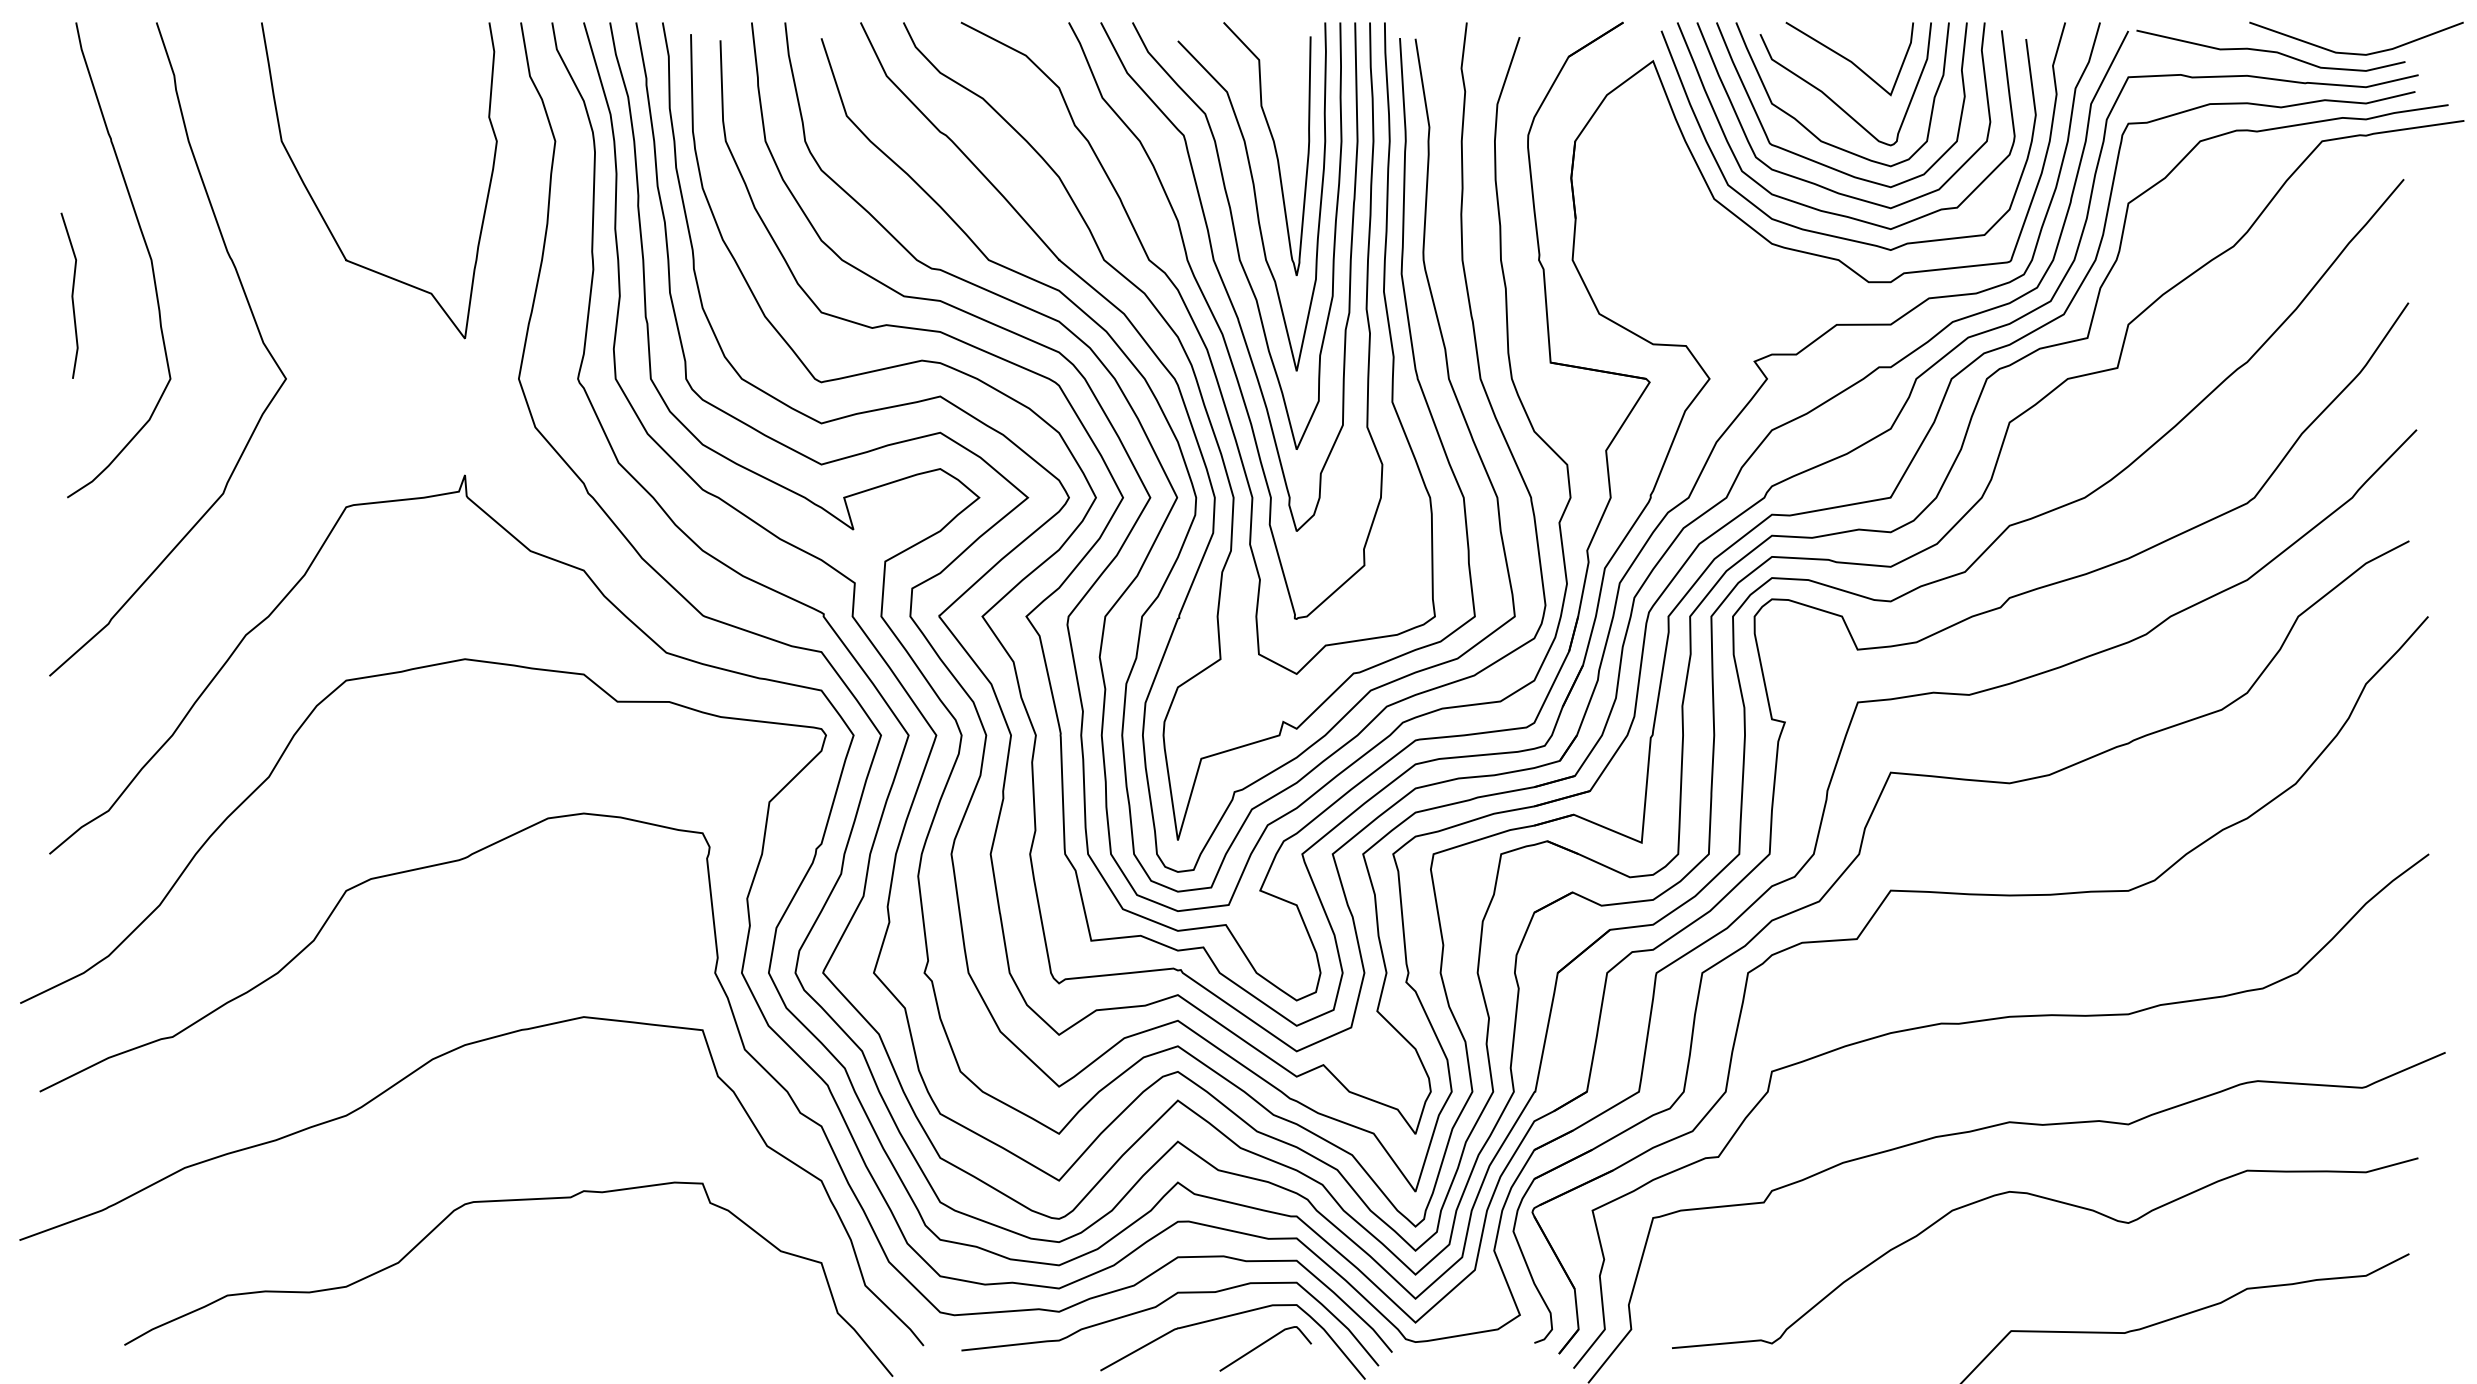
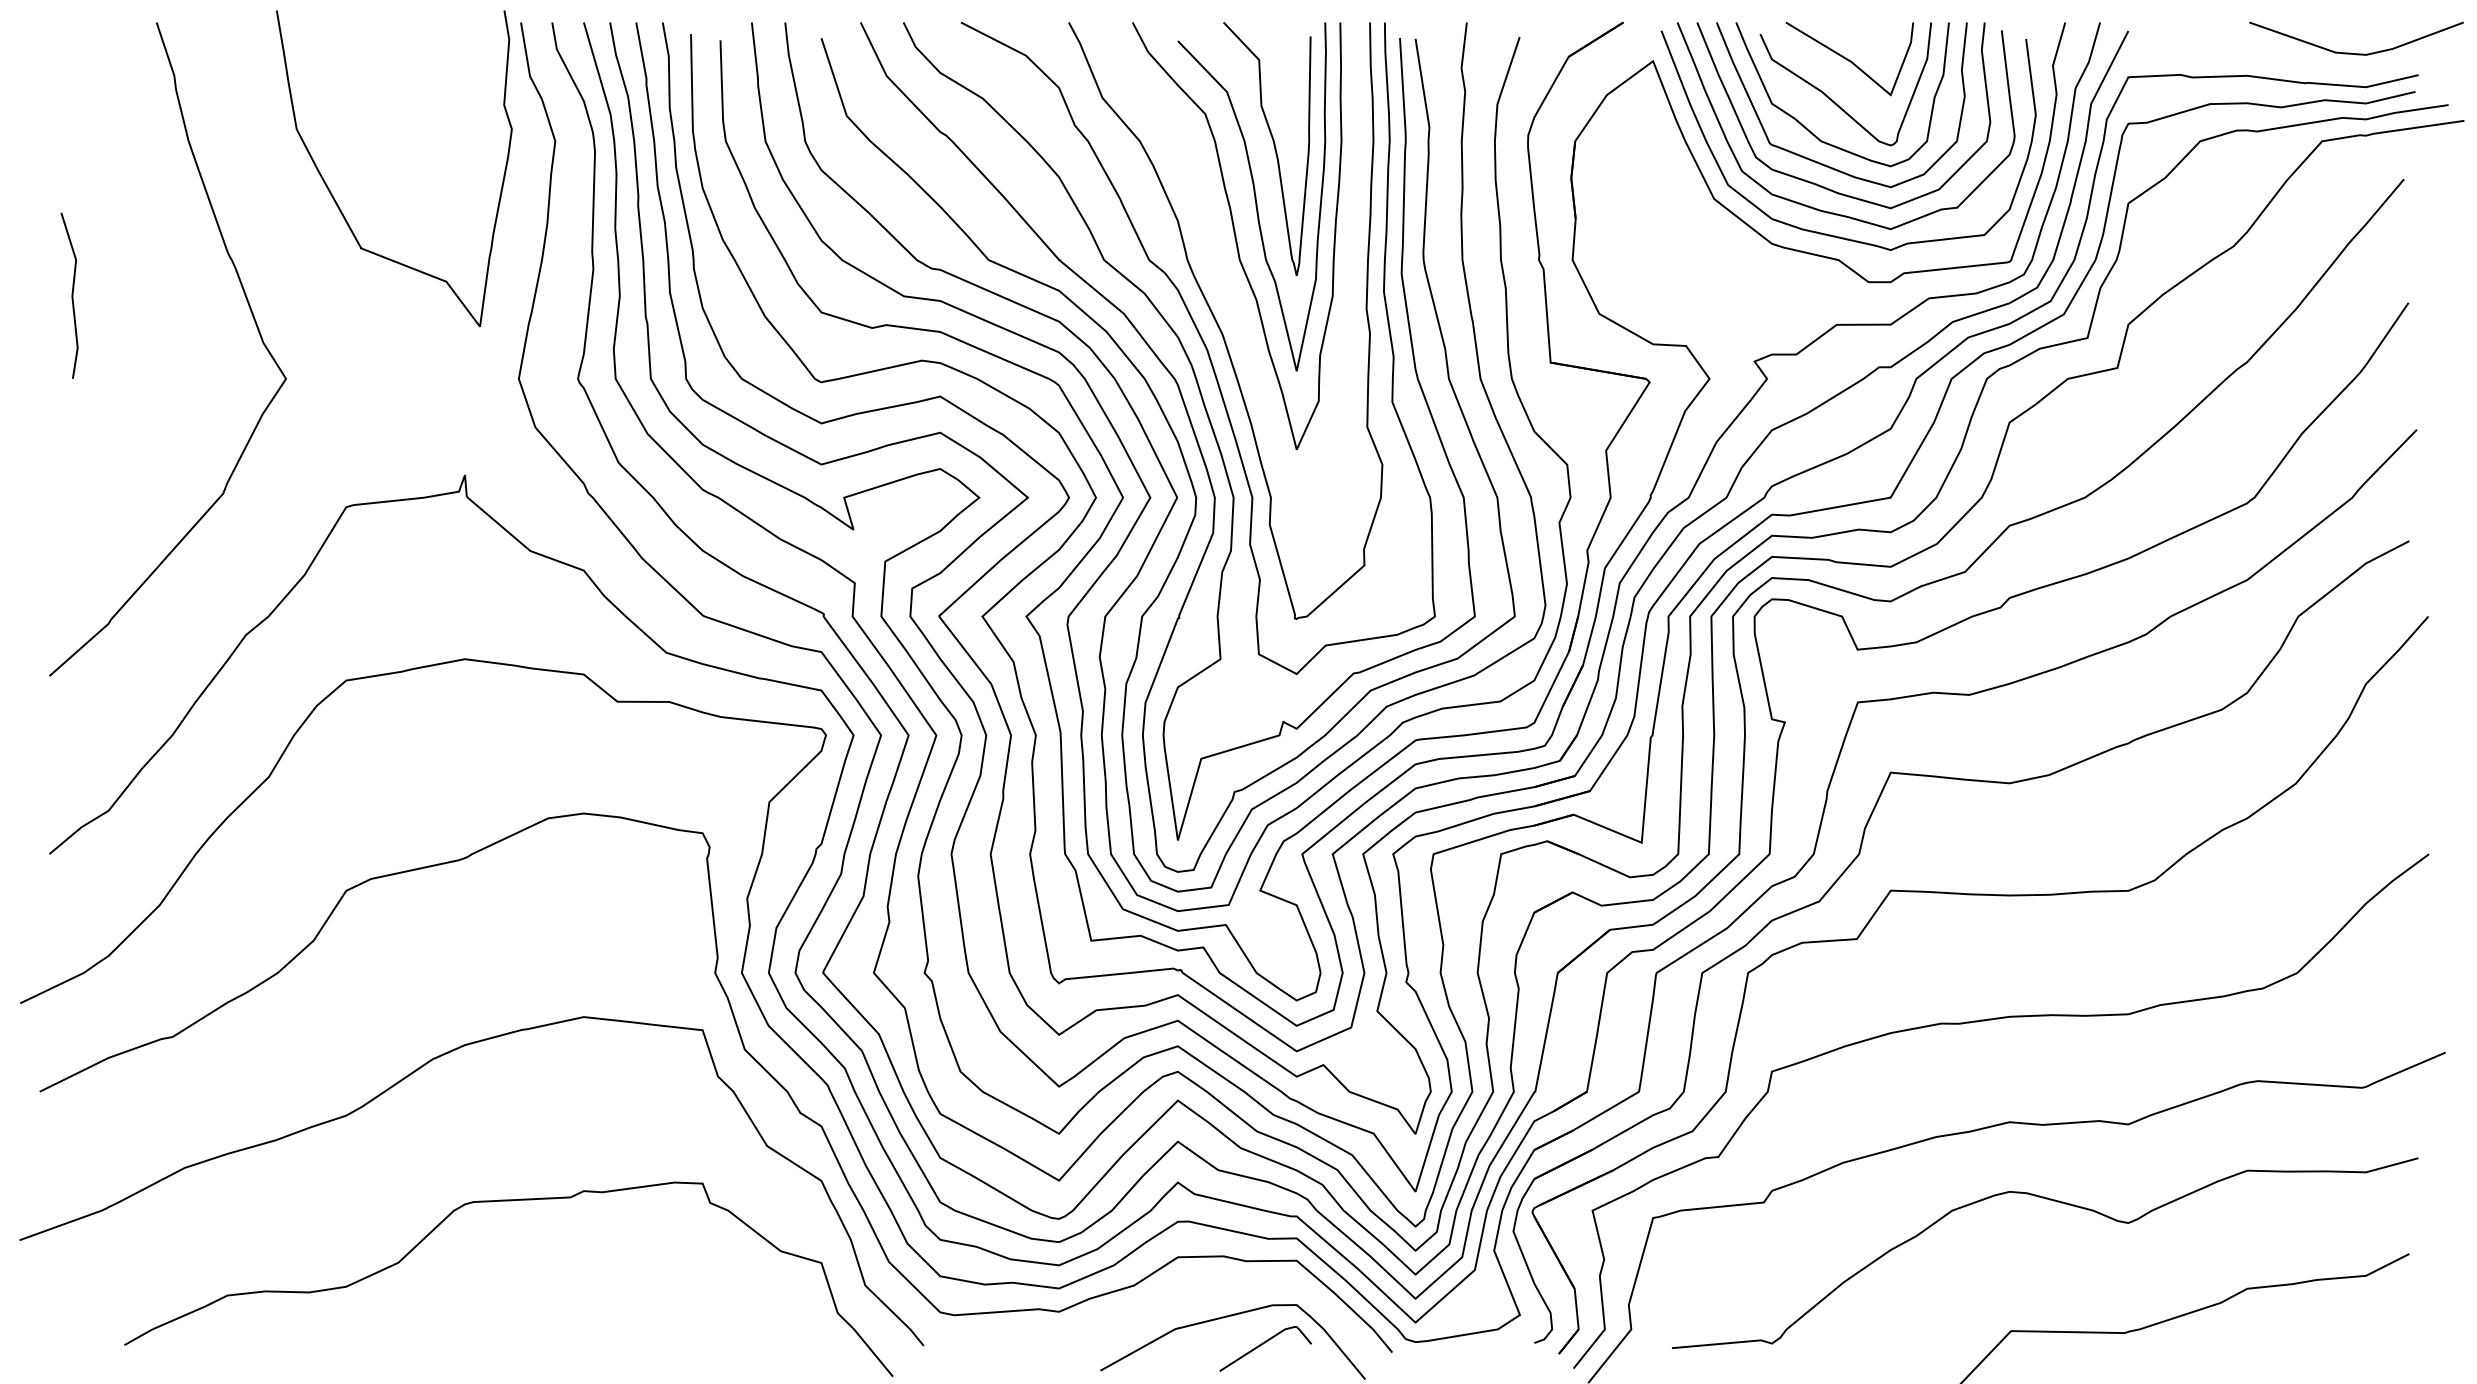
curve at (2270, 50): present -> none
curve at (323, 216) position: (323, 216) -> (338, 204)
curve at (147, 252): present -> none
curve at (1223, 280): present -> none
curve at (1158, 1306): present -> none
